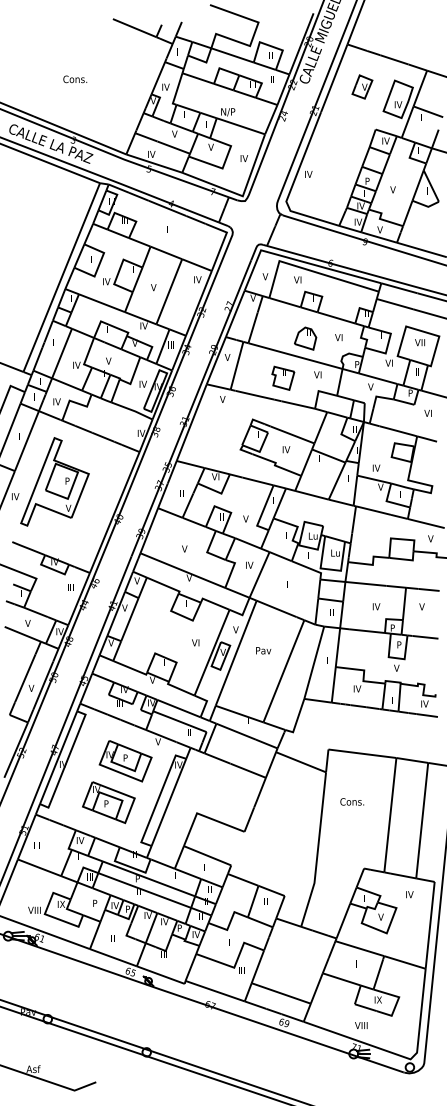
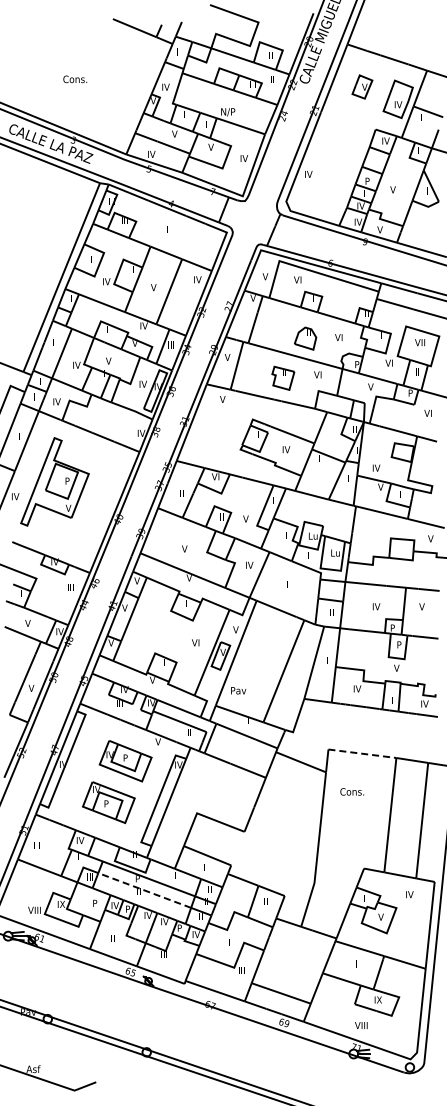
text at (263, 650) position: (263, 650) -> (238, 690)
line at (362, 753): solid -> dashed
text at (352, 801) position: (352, 801) -> (352, 791)
line at (144, 890): solid -> dashed
